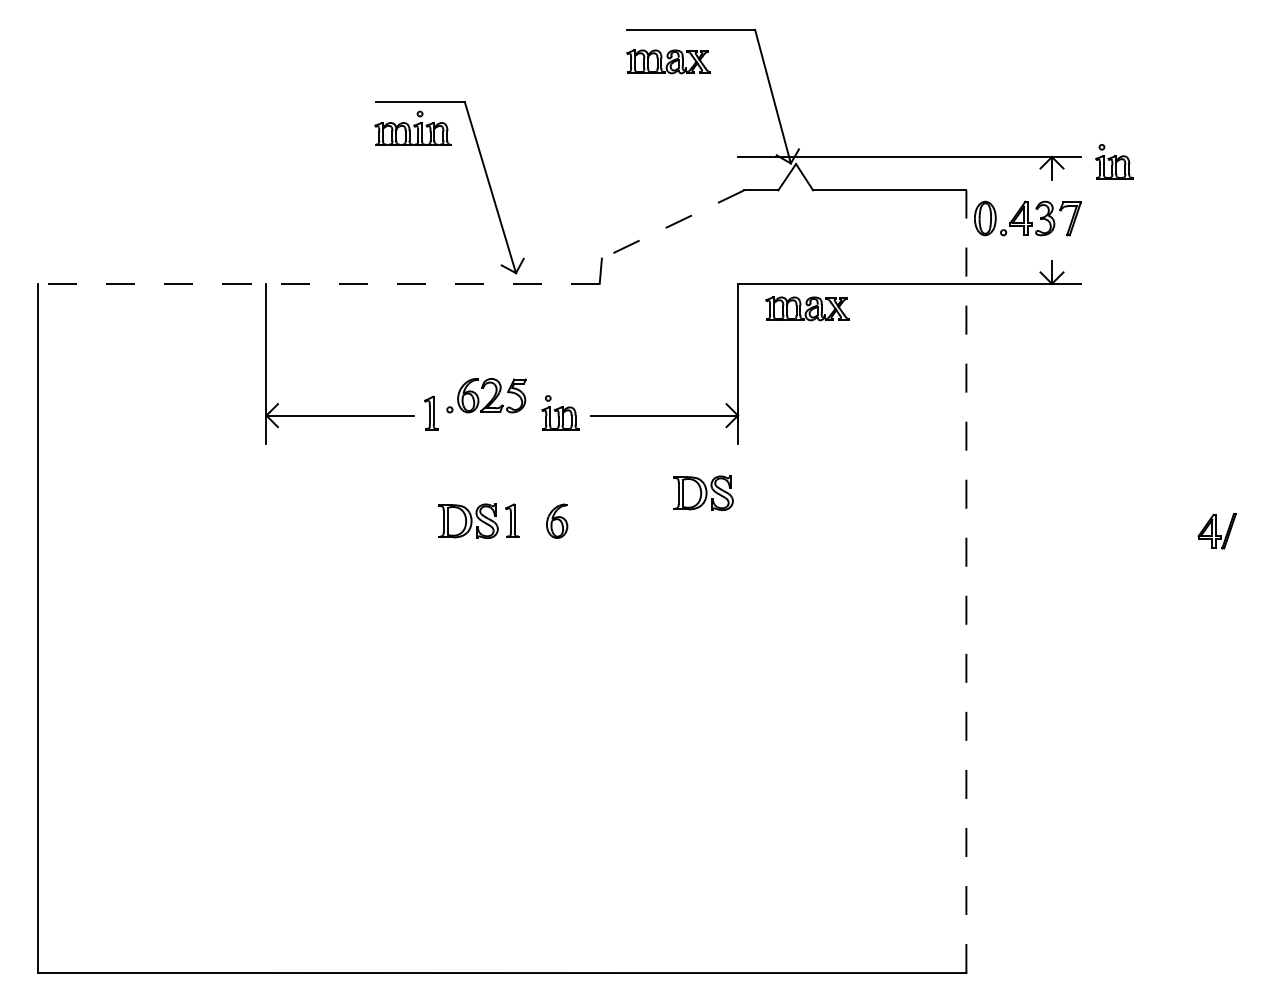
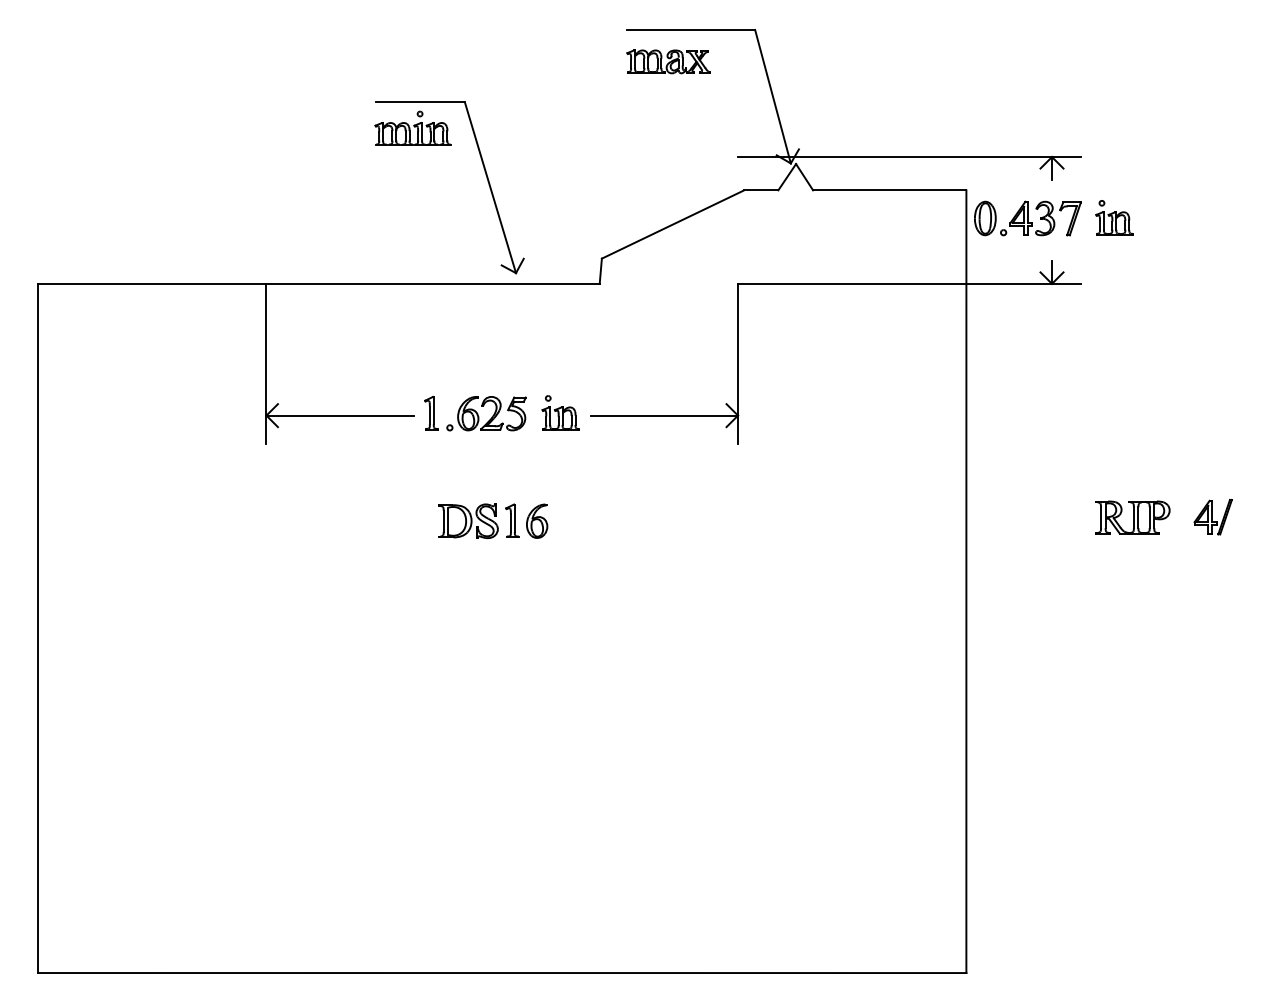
part at (1114, 161) position: (1114, 161) -> (1114, 217)
line at (673, 224): dashed -> solid
line at (318, 283): dashed -> solid
part at (807, 308): present -> none
part at (492, 397) position: (492, 397) -> (492, 415)
part at (703, 492): present -> none
part at (1132, 517): none -> present
part at (557, 520) position: (557, 520) -> (537, 520)
part at (1216, 530) position: (1216, 530) -> (1212, 516)
line at (966, 581): dashed -> solid
